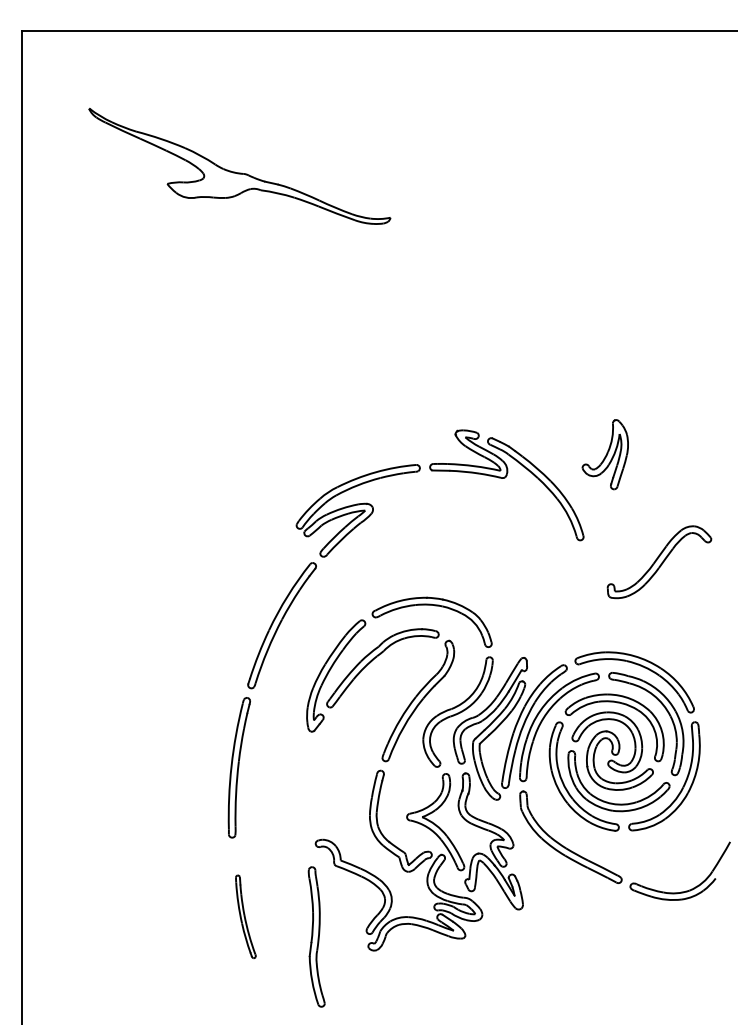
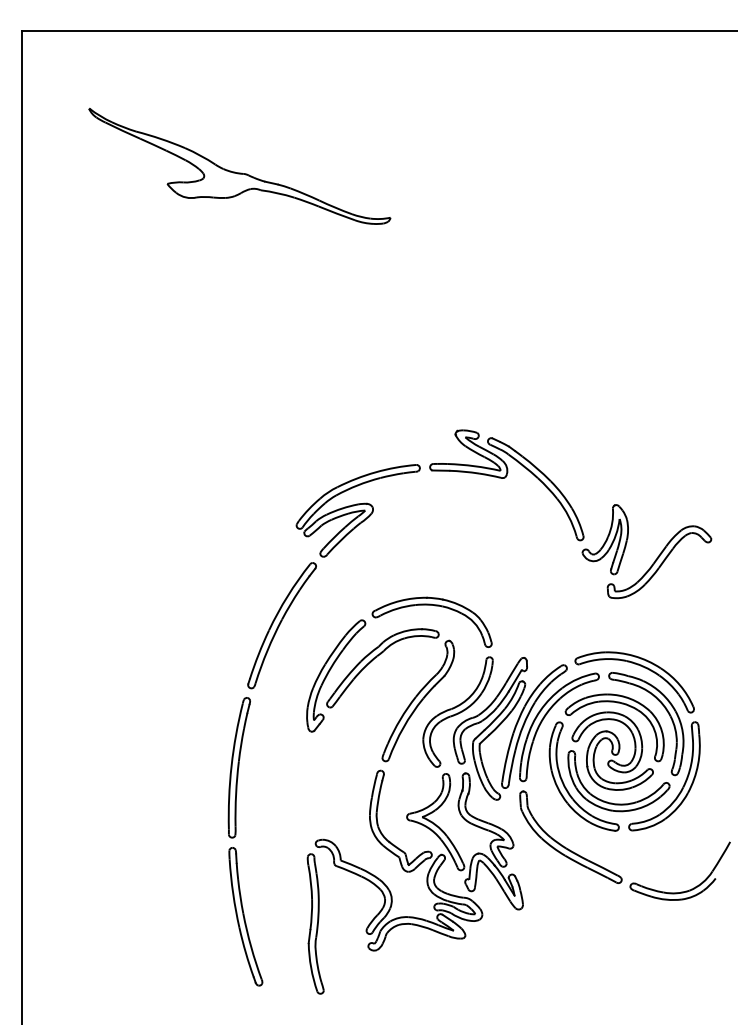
part at (604, 454) position: (604, 454) -> (604, 539)
part at (245, 916) size: 22x85 px -> 36x140 px
part at (316, 936) position: (316, 936) -> (315, 923)
